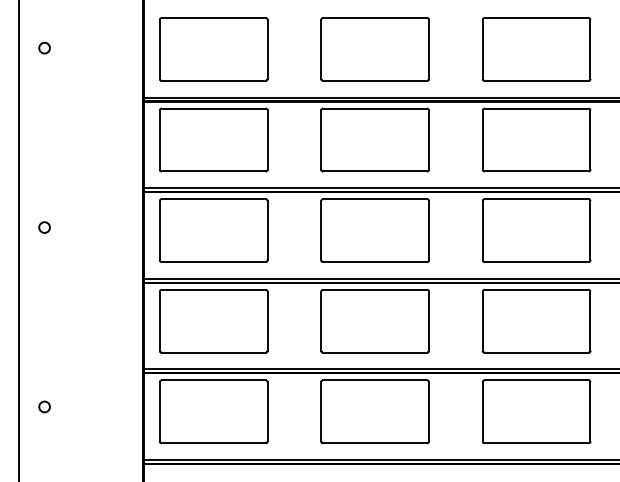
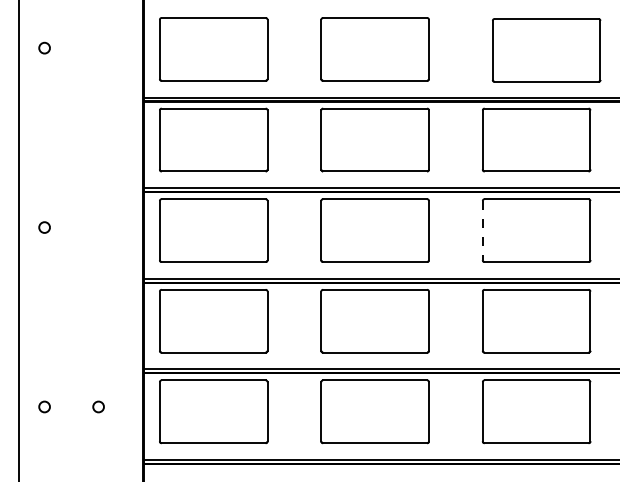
part at (536, 49) position: (536, 49) -> (546, 50)
line at (482, 230): solid -> dashed
circle at (98, 406): none -> present
